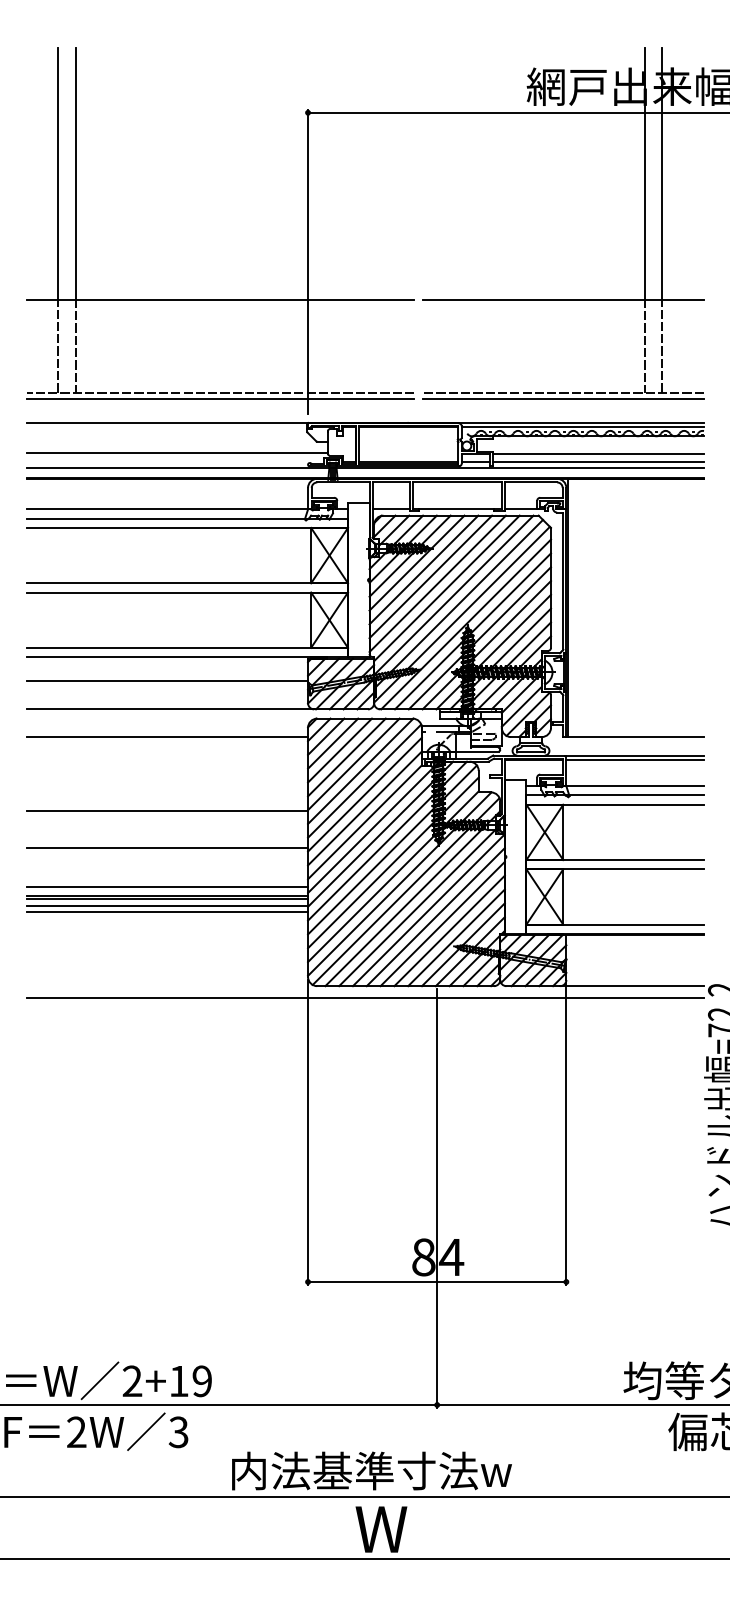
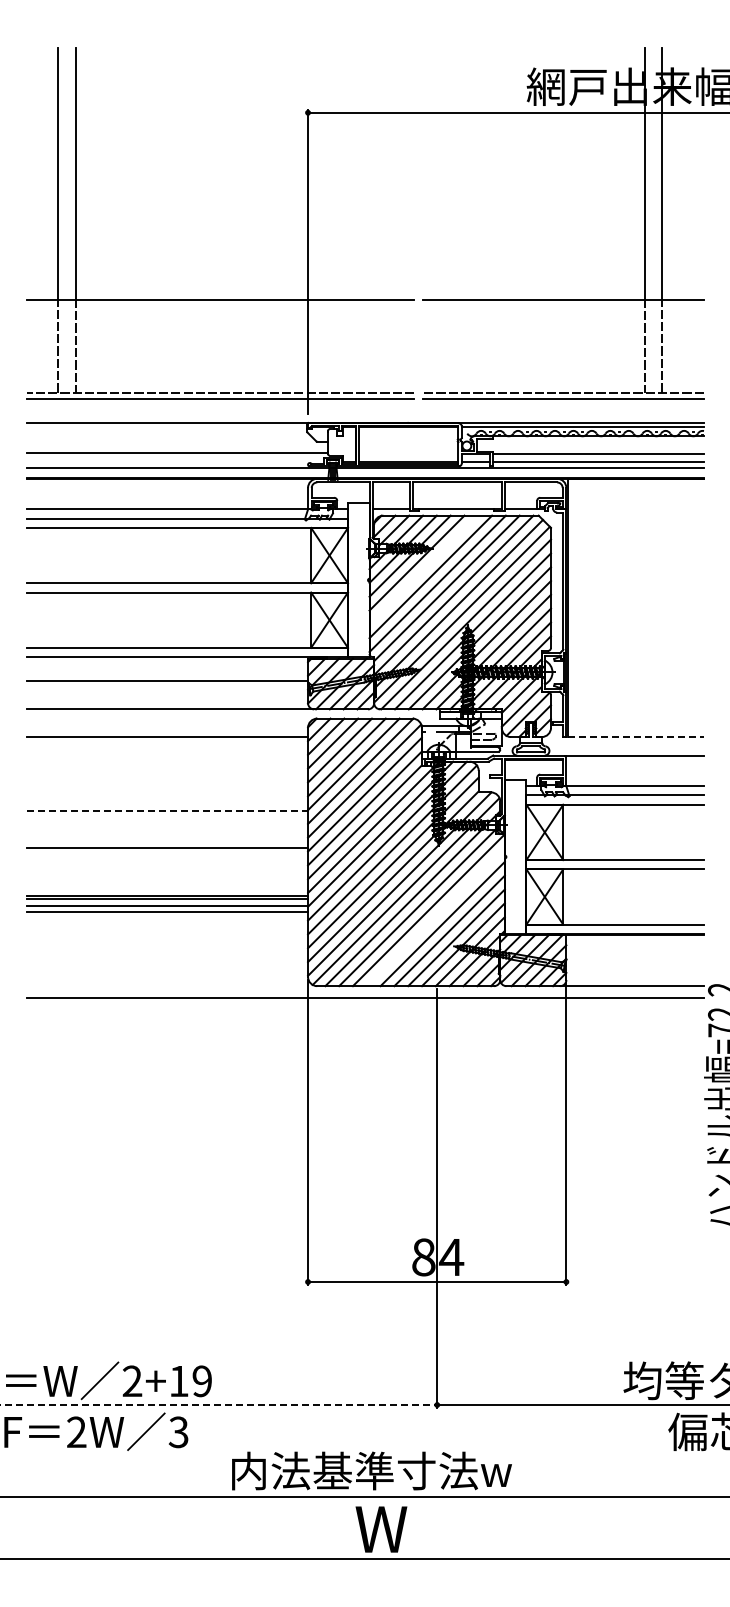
line at (423, 569): present -> none
line at (636, 737): solid -> dashed
line at (634, 760): present -> none
line at (167, 810): solid -> dashed
line at (167, 886): present -> none
line at (435, 917): present -> none
line at (219, 1405): solid -> dashed
